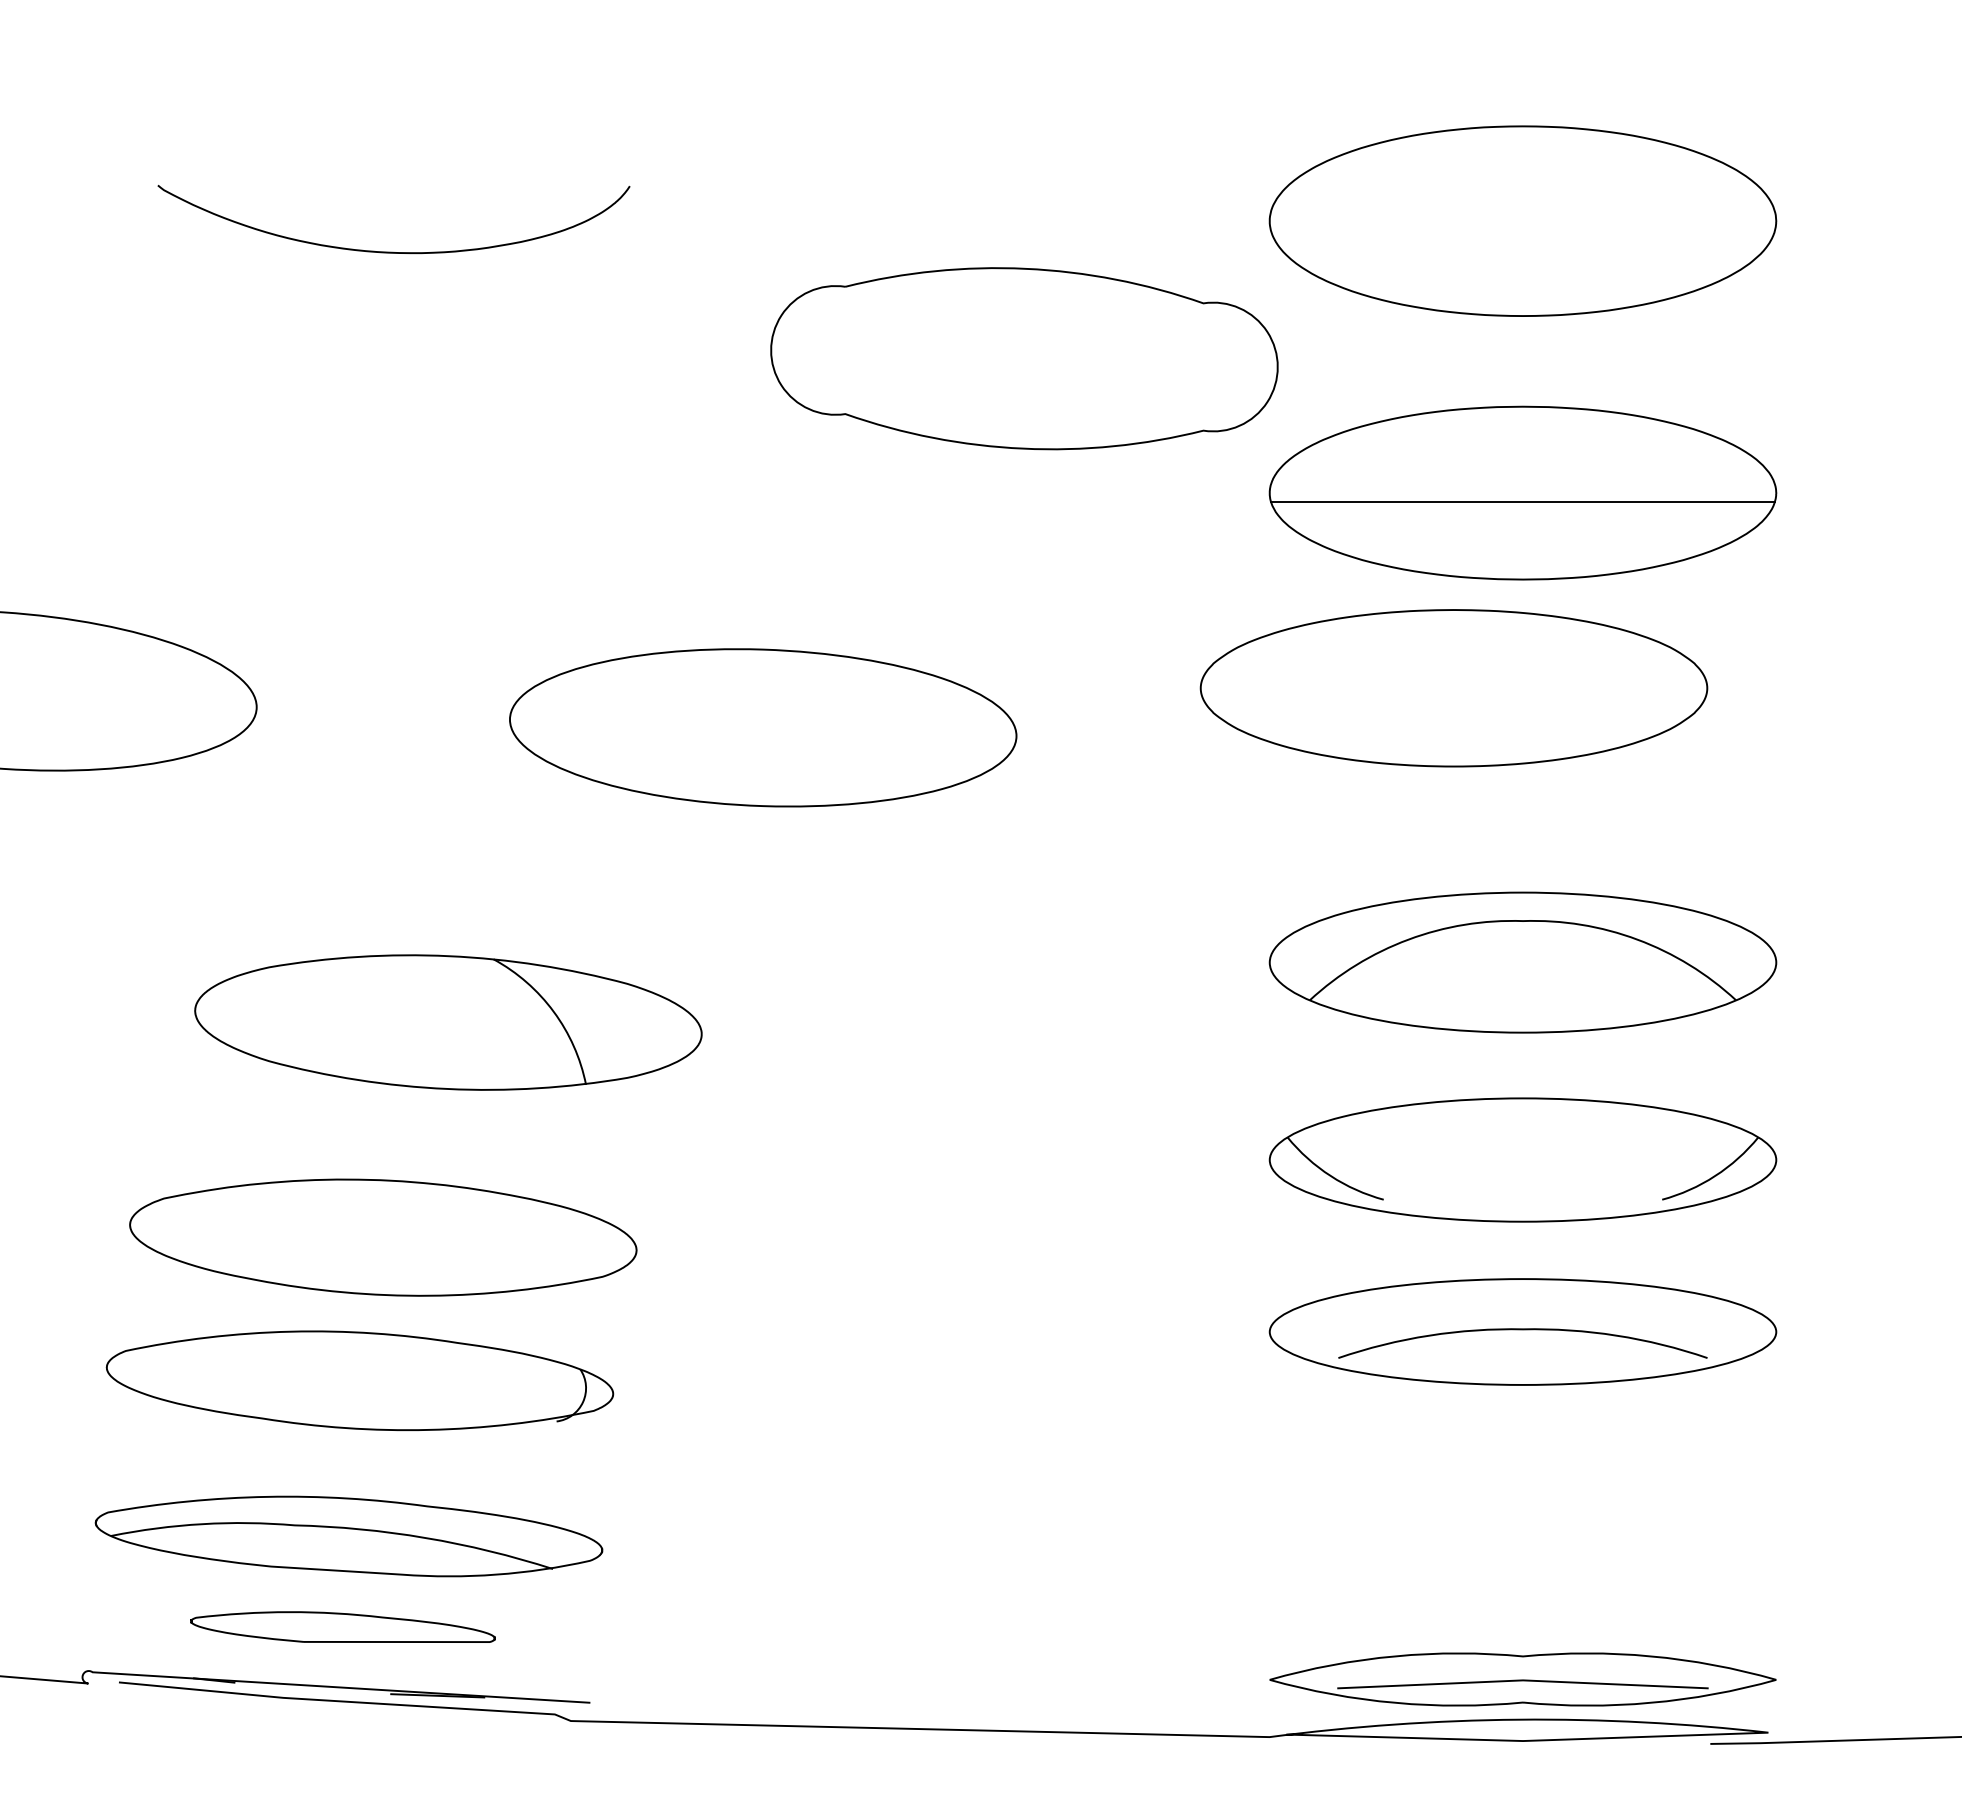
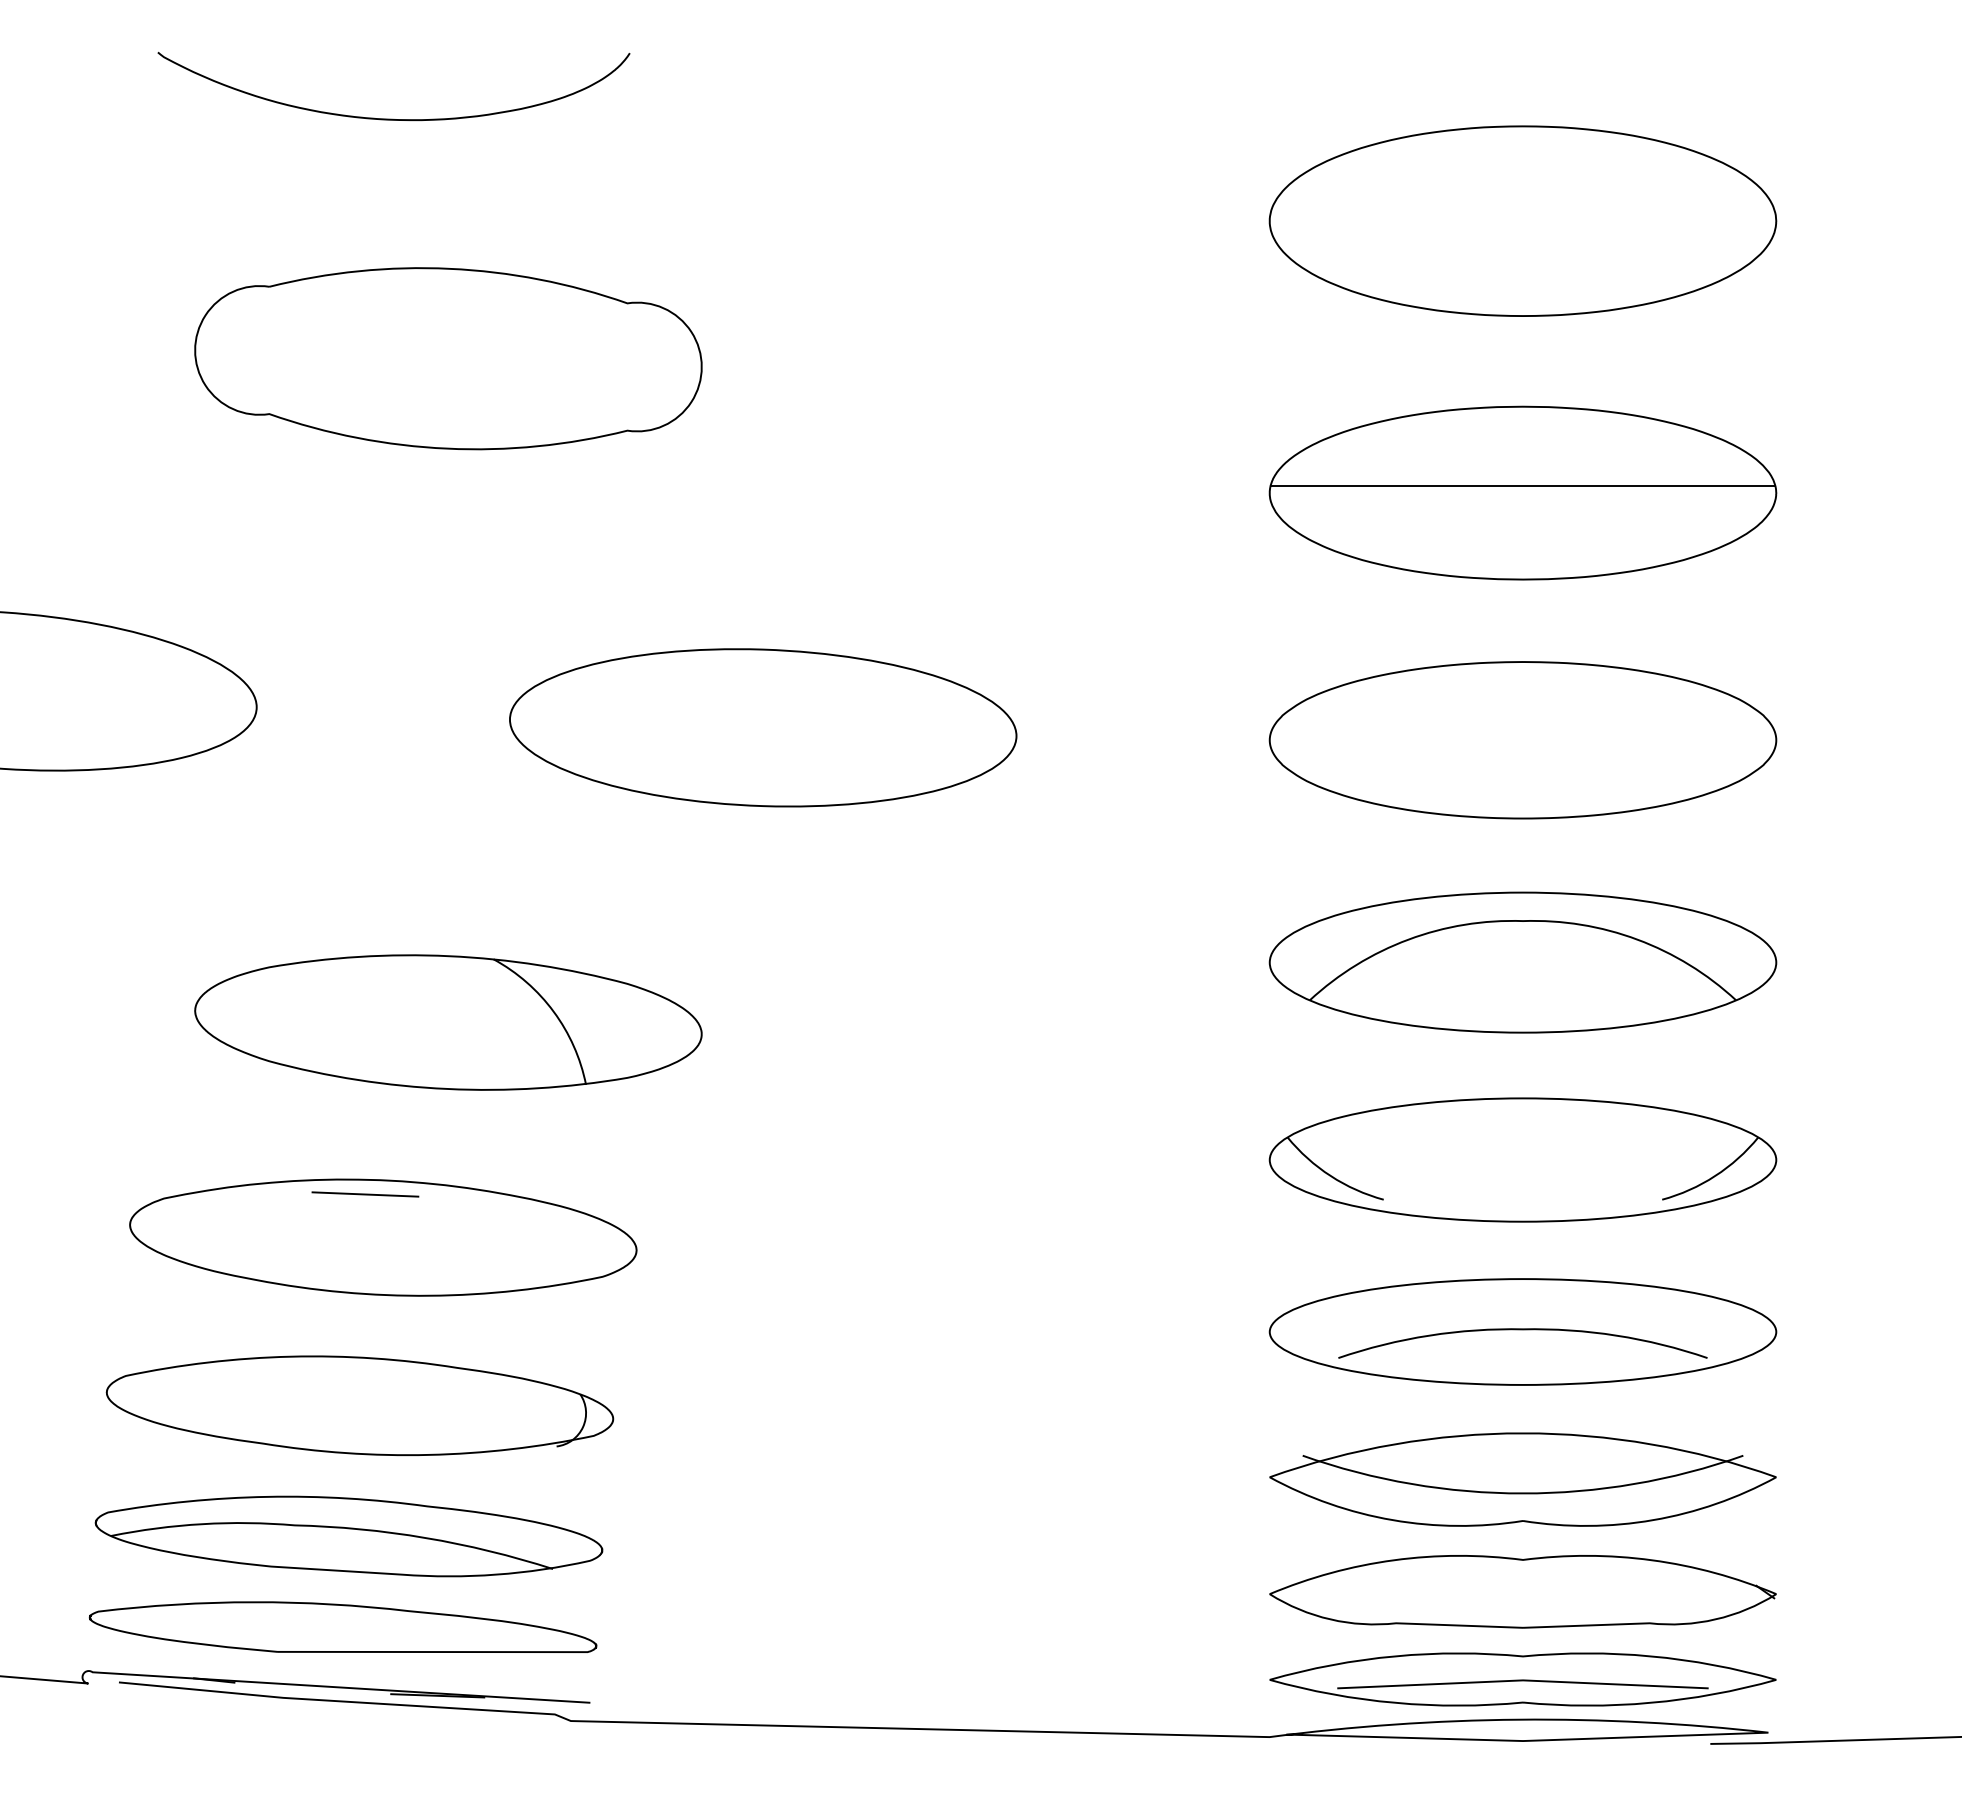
curve at (393, 251) position: (393, 251) -> (393, 118)
part at (1024, 358) position: (1024, 358) -> (448, 358)
line at (1522, 502) position: (1522, 502) -> (1522, 486)
part at (1453, 688) position: (1453, 688) -> (1522, 740)
line at (365, 1194): none -> present
part at (359, 1380) position: (359, 1380) -> (359, 1405)
part at (1522, 1479): none -> present
part at (1522, 1591): none -> present
part at (342, 1626) size: 306x32 px -> 510x52 px
